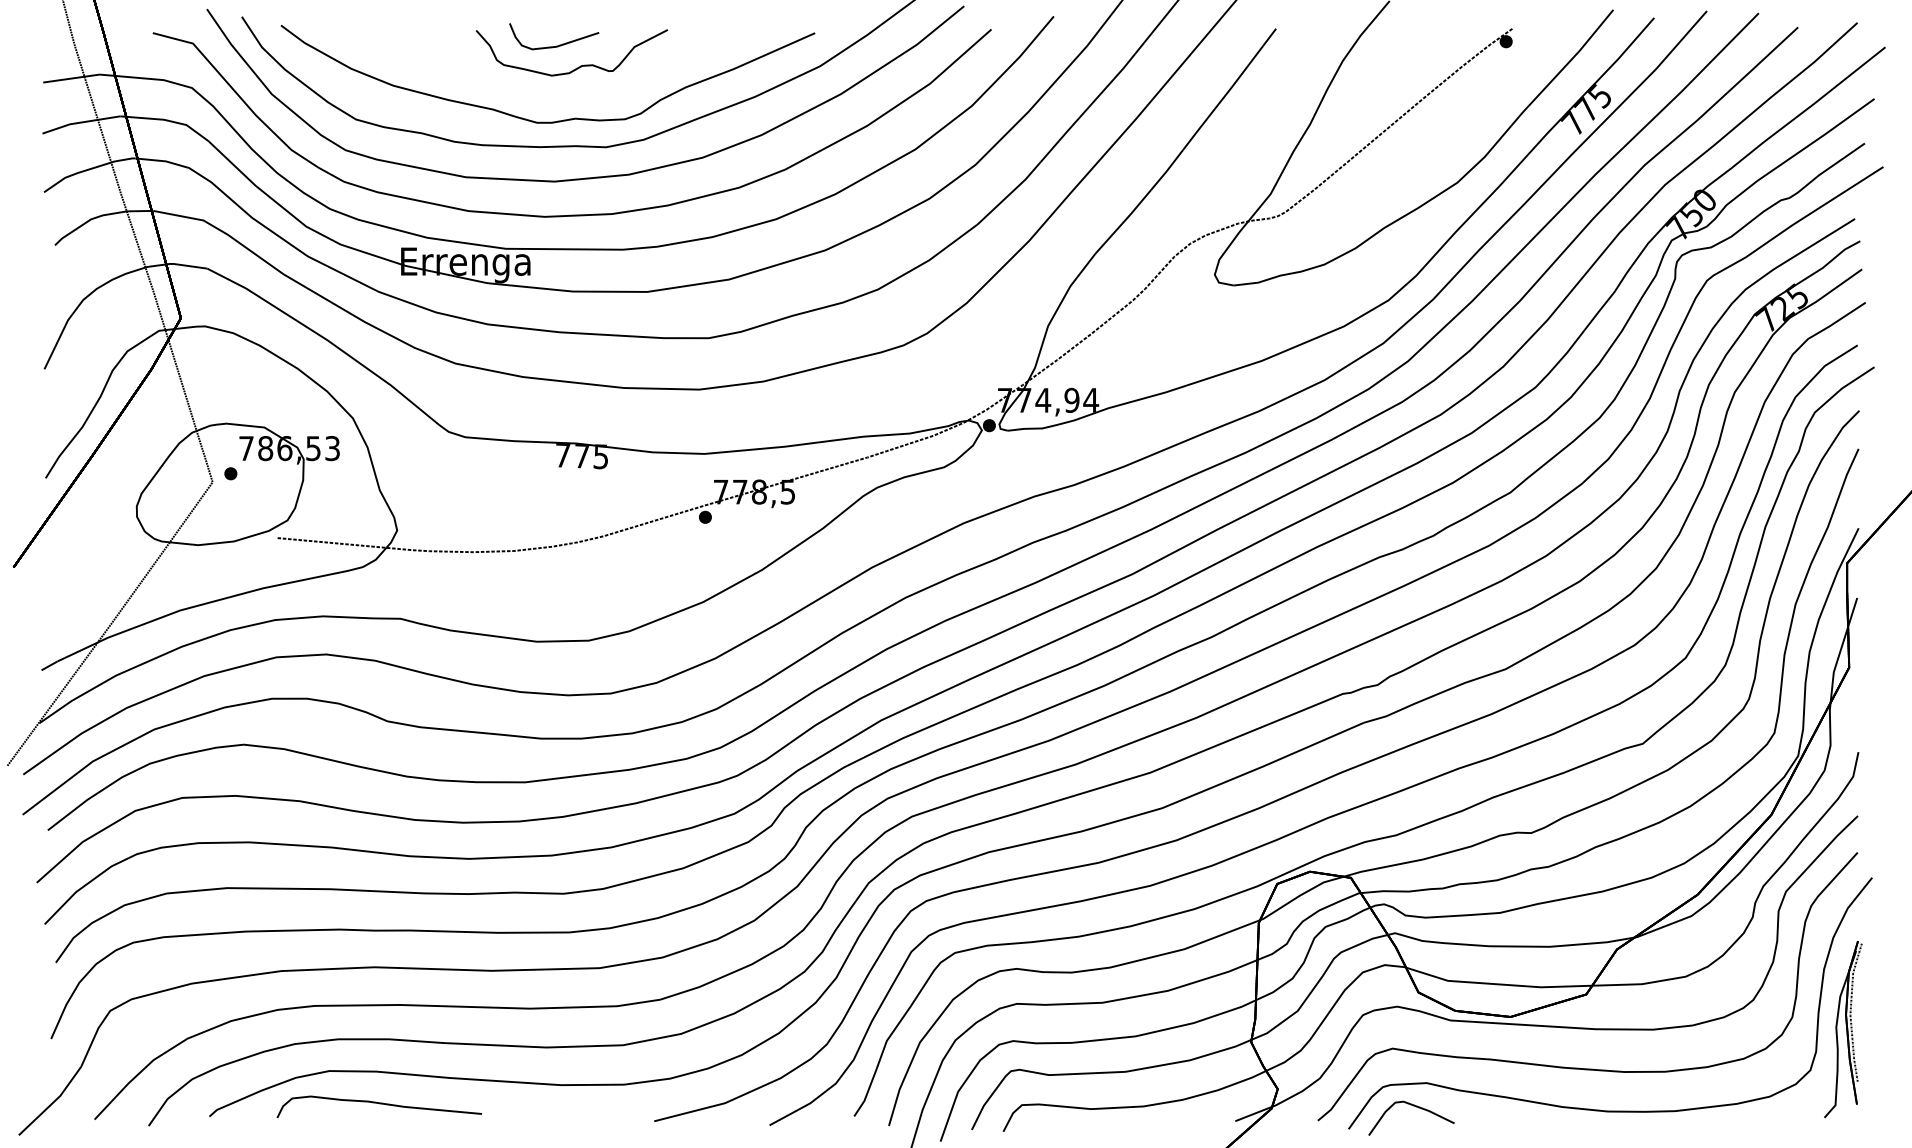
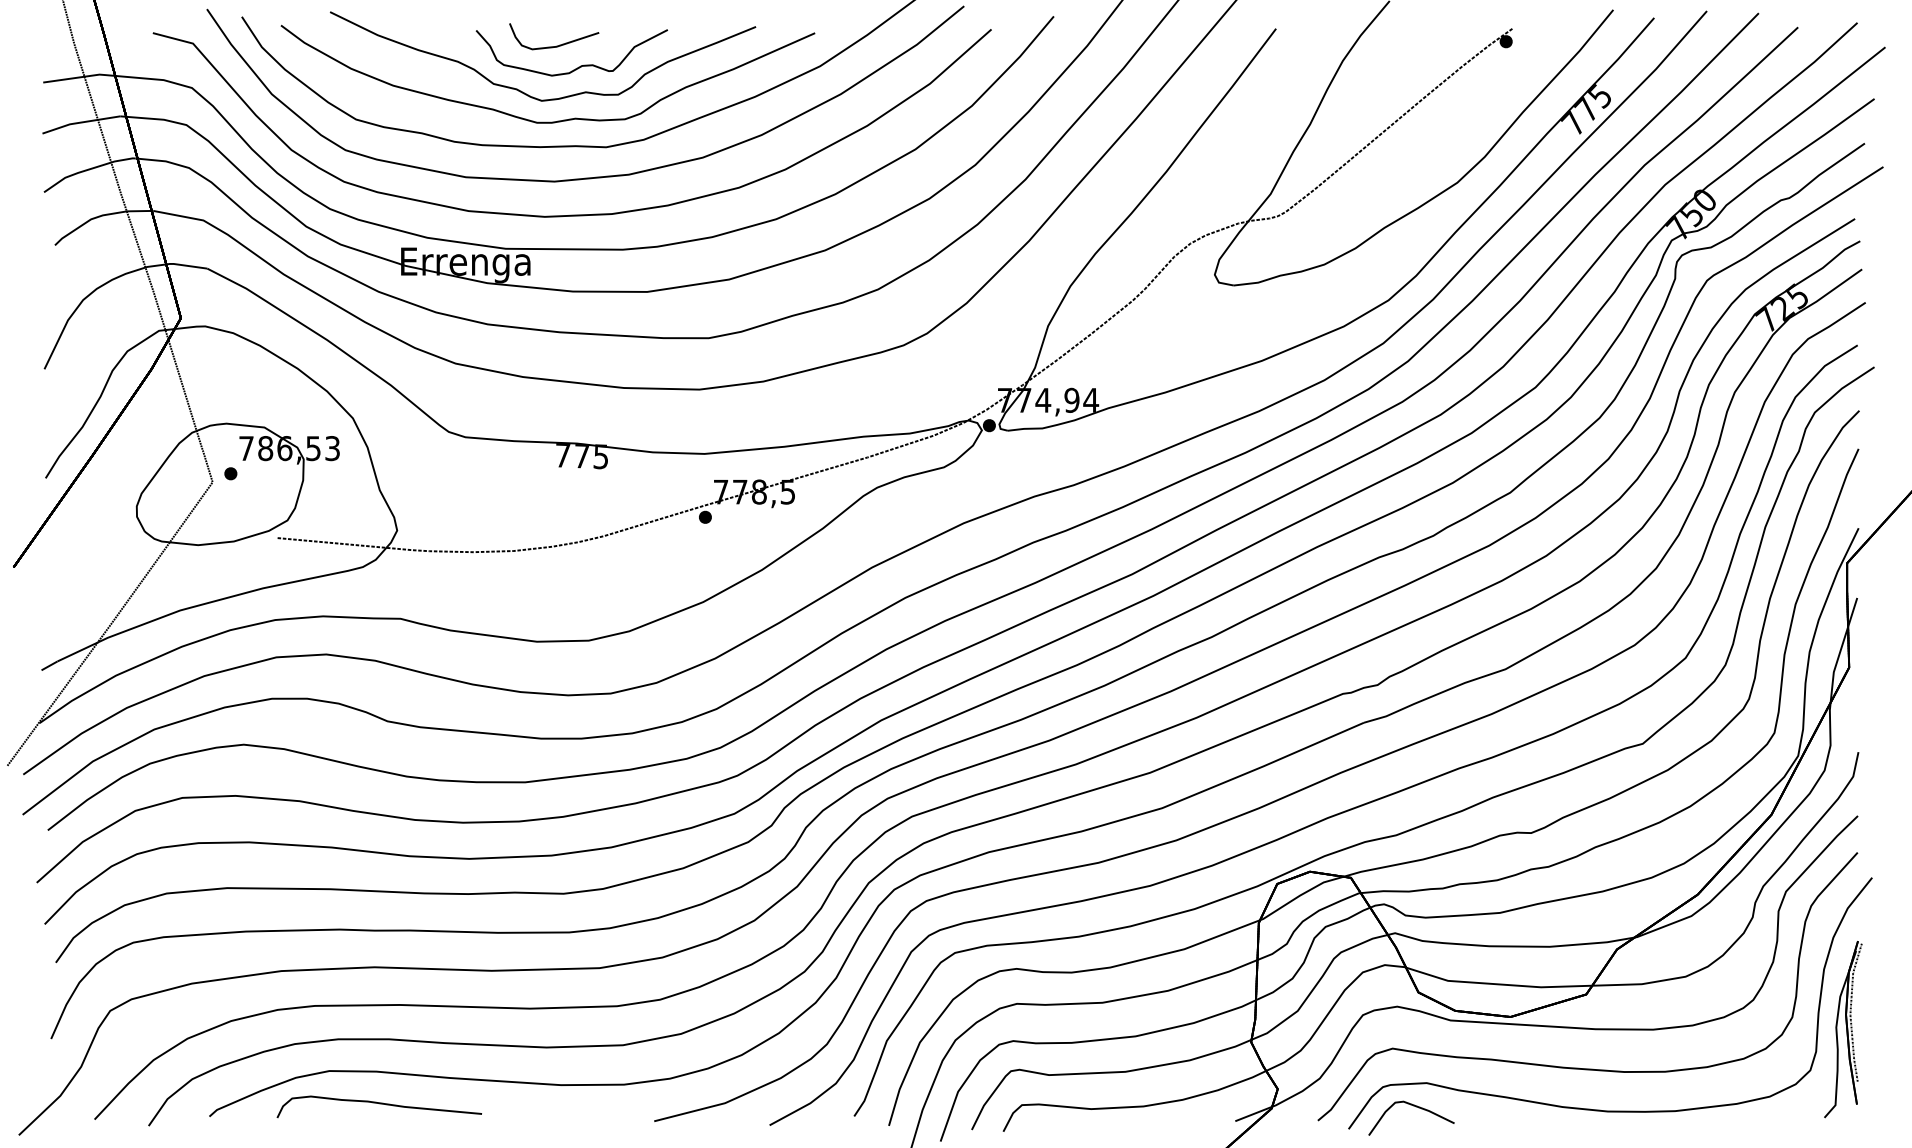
curve at (521, 90): none -> present
